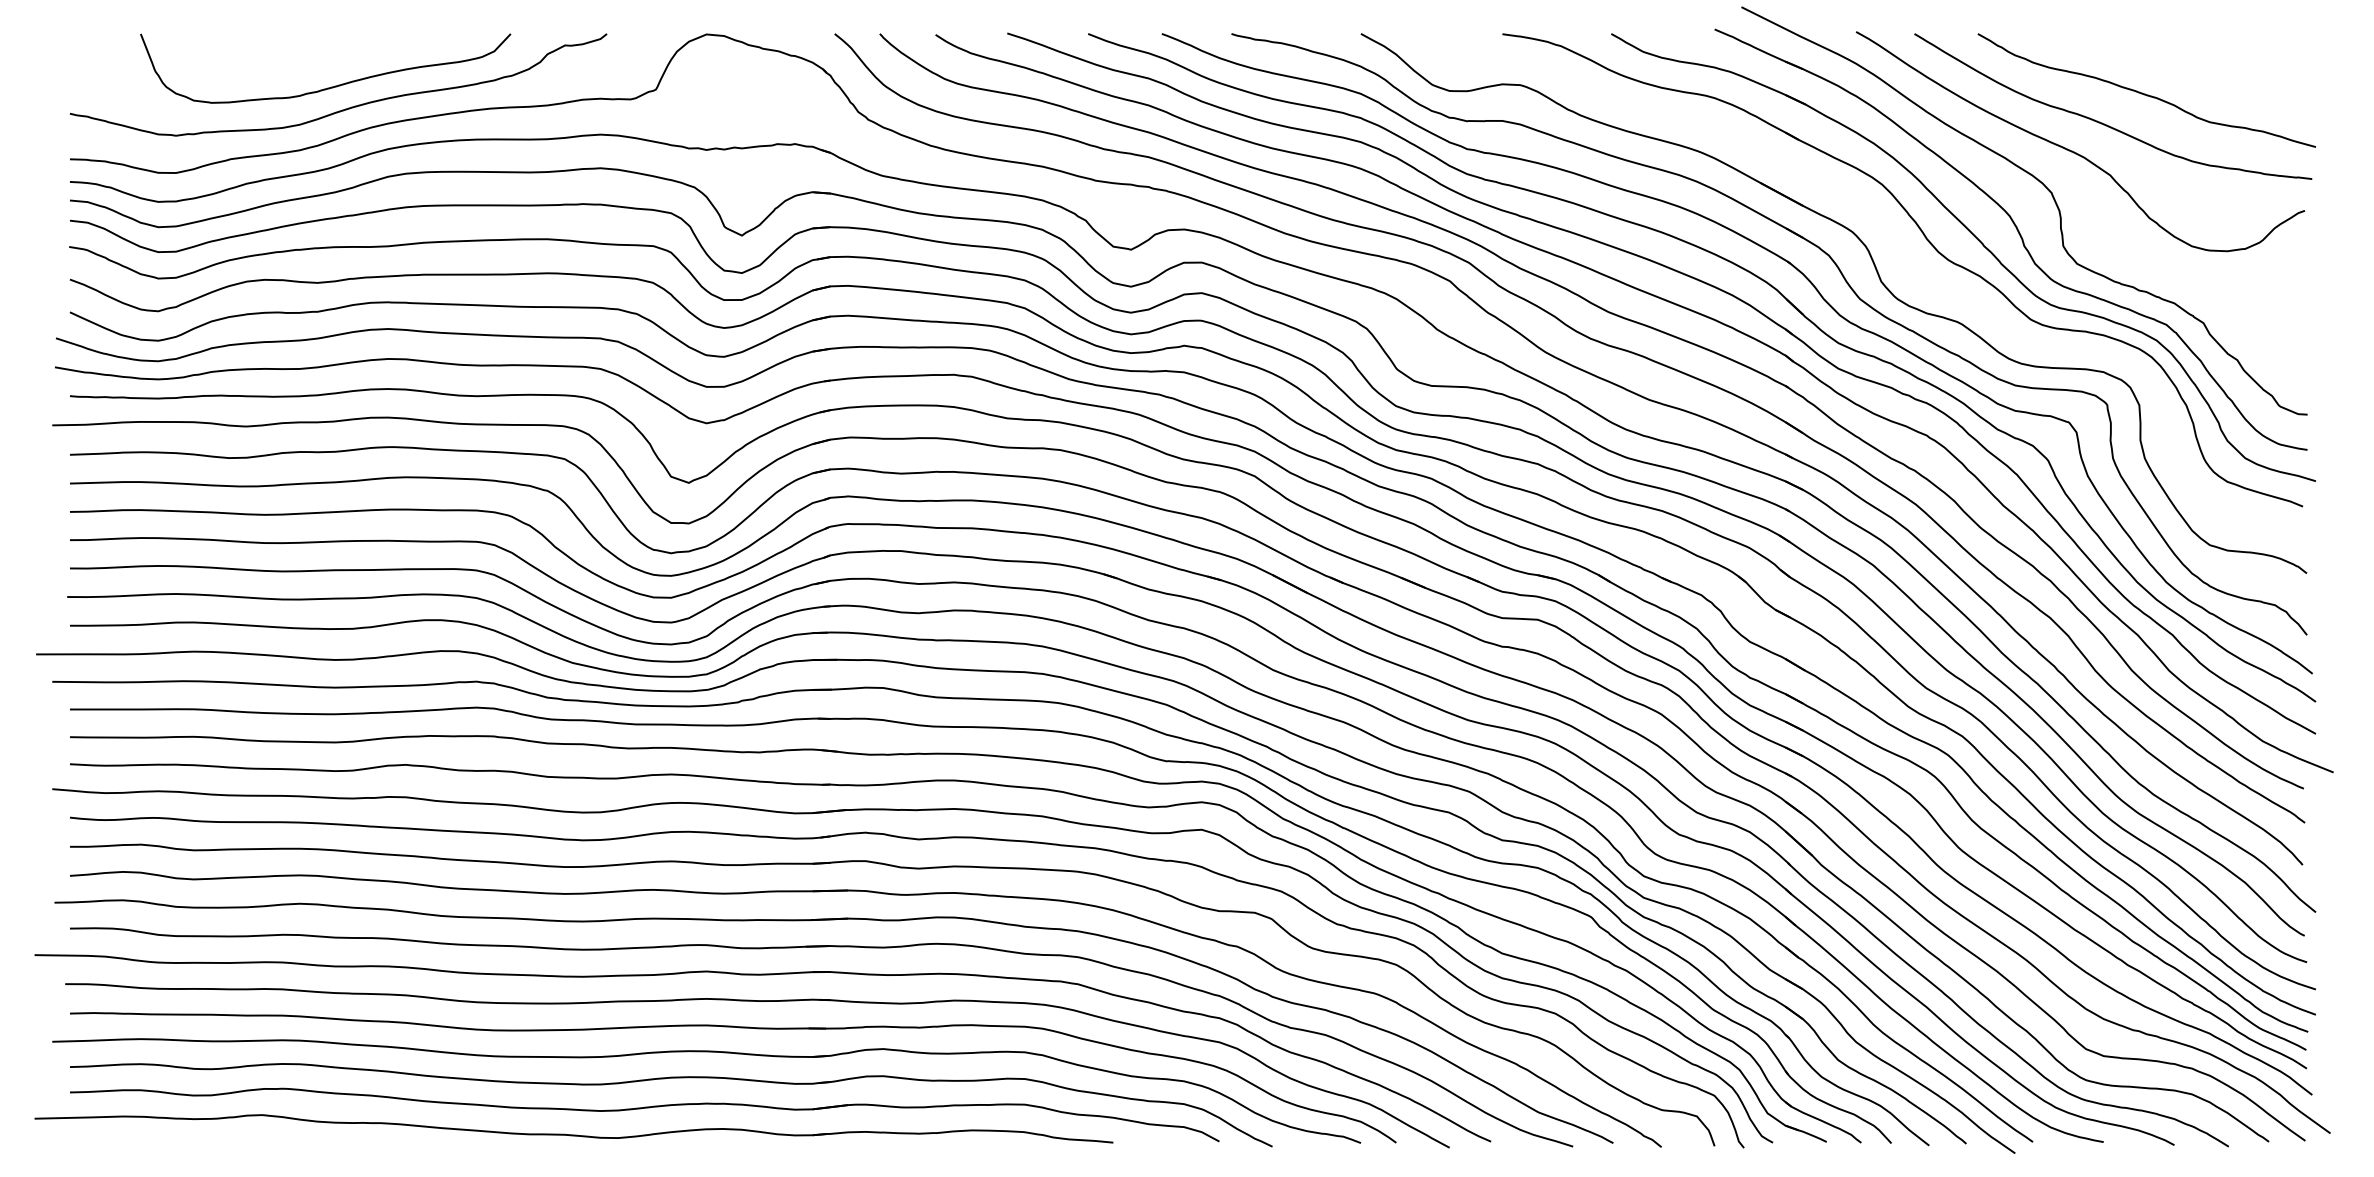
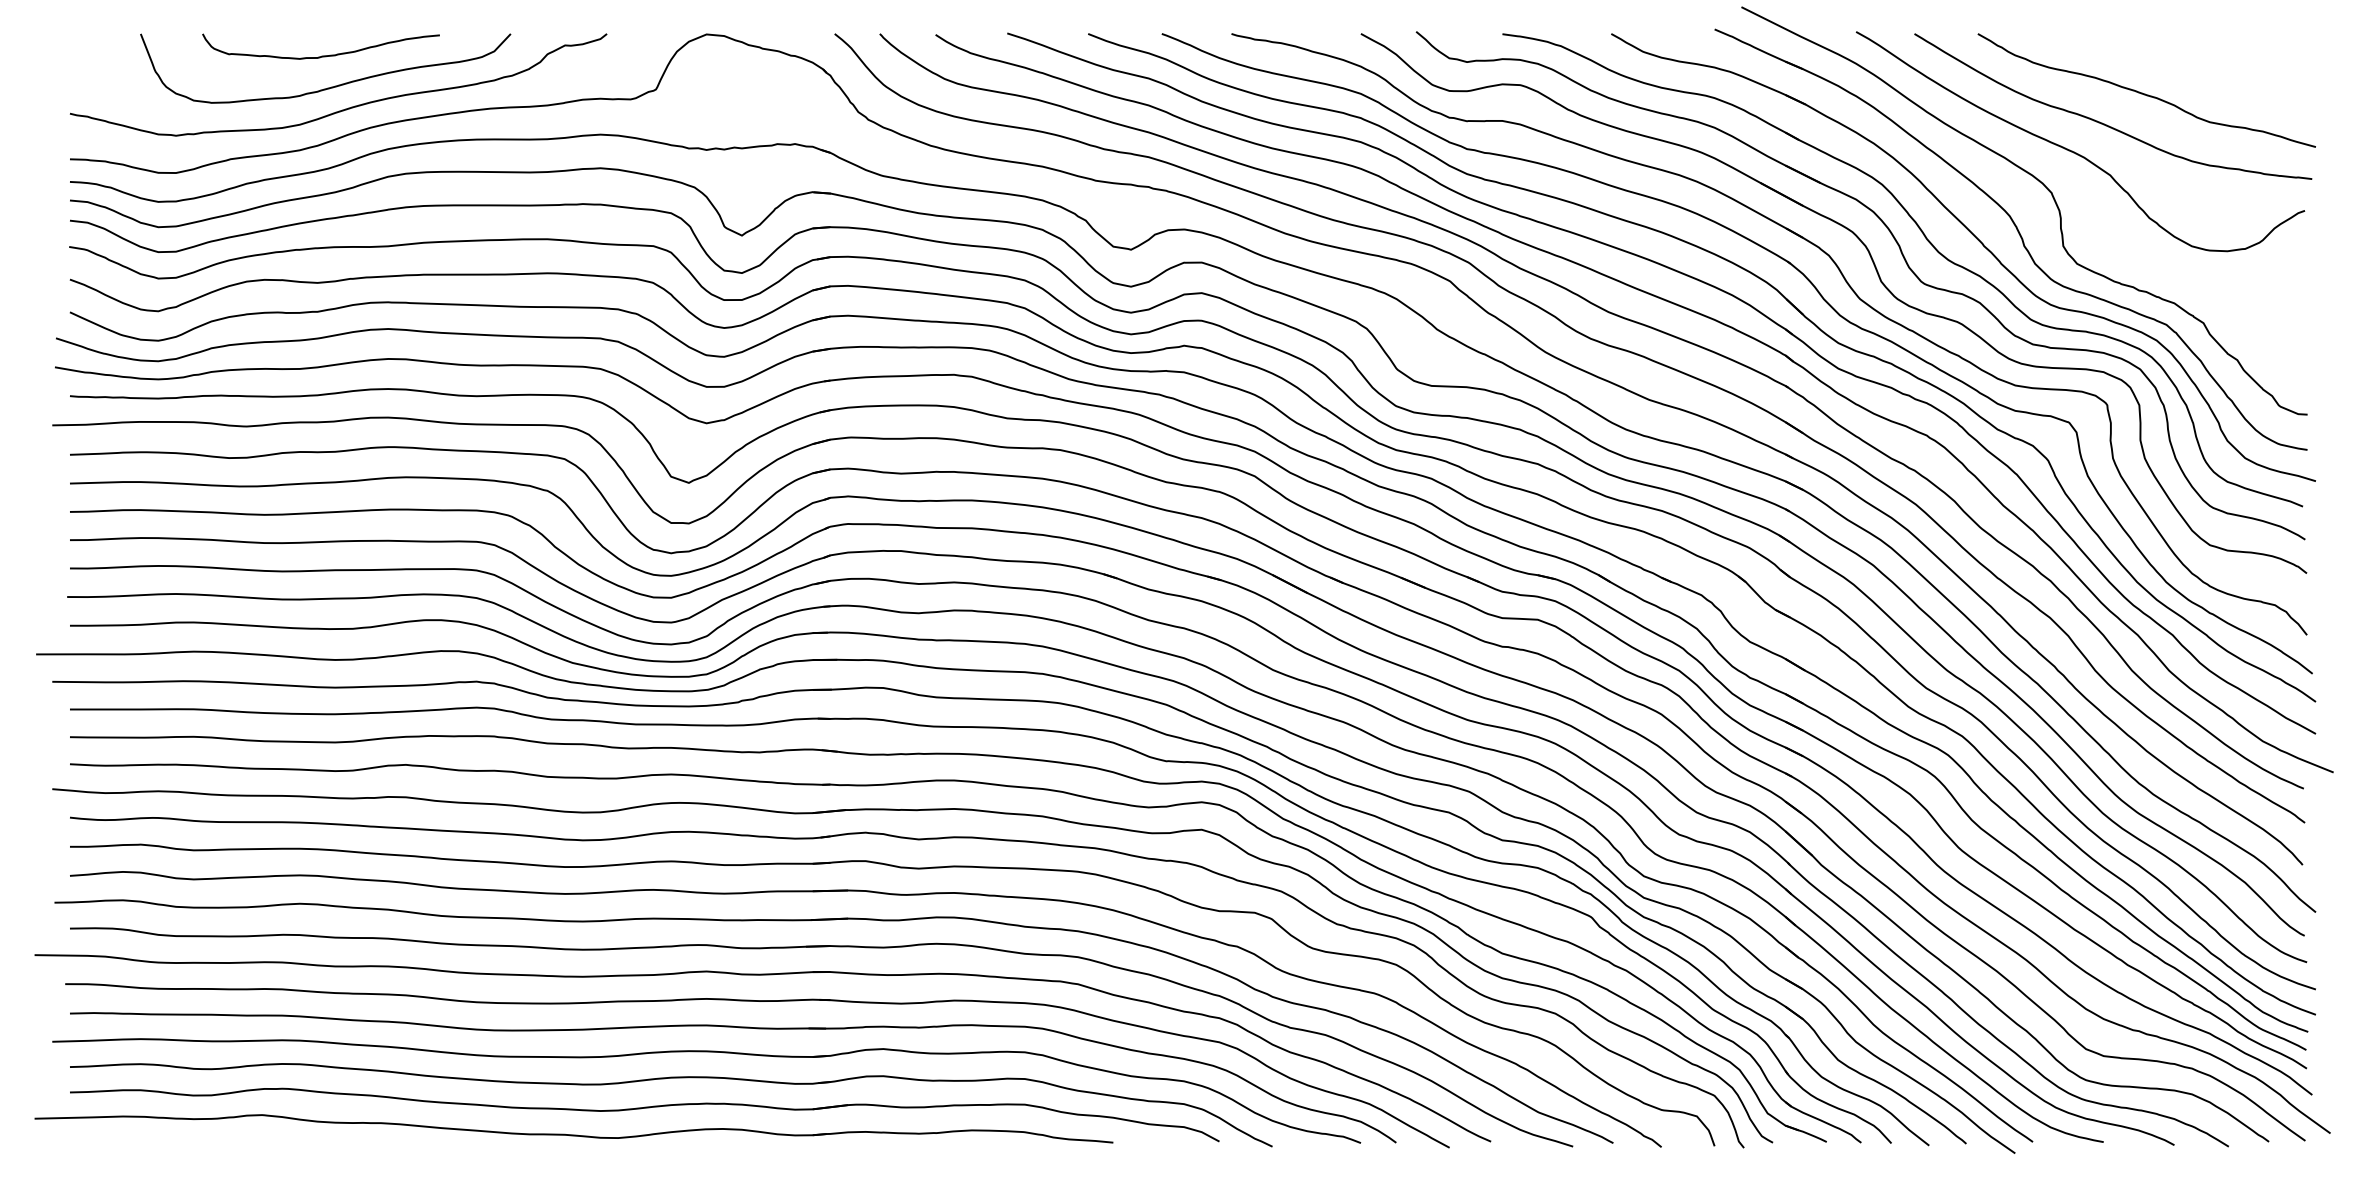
curve at (321, 55): none -> present
part at (1905, 262): none -> present
